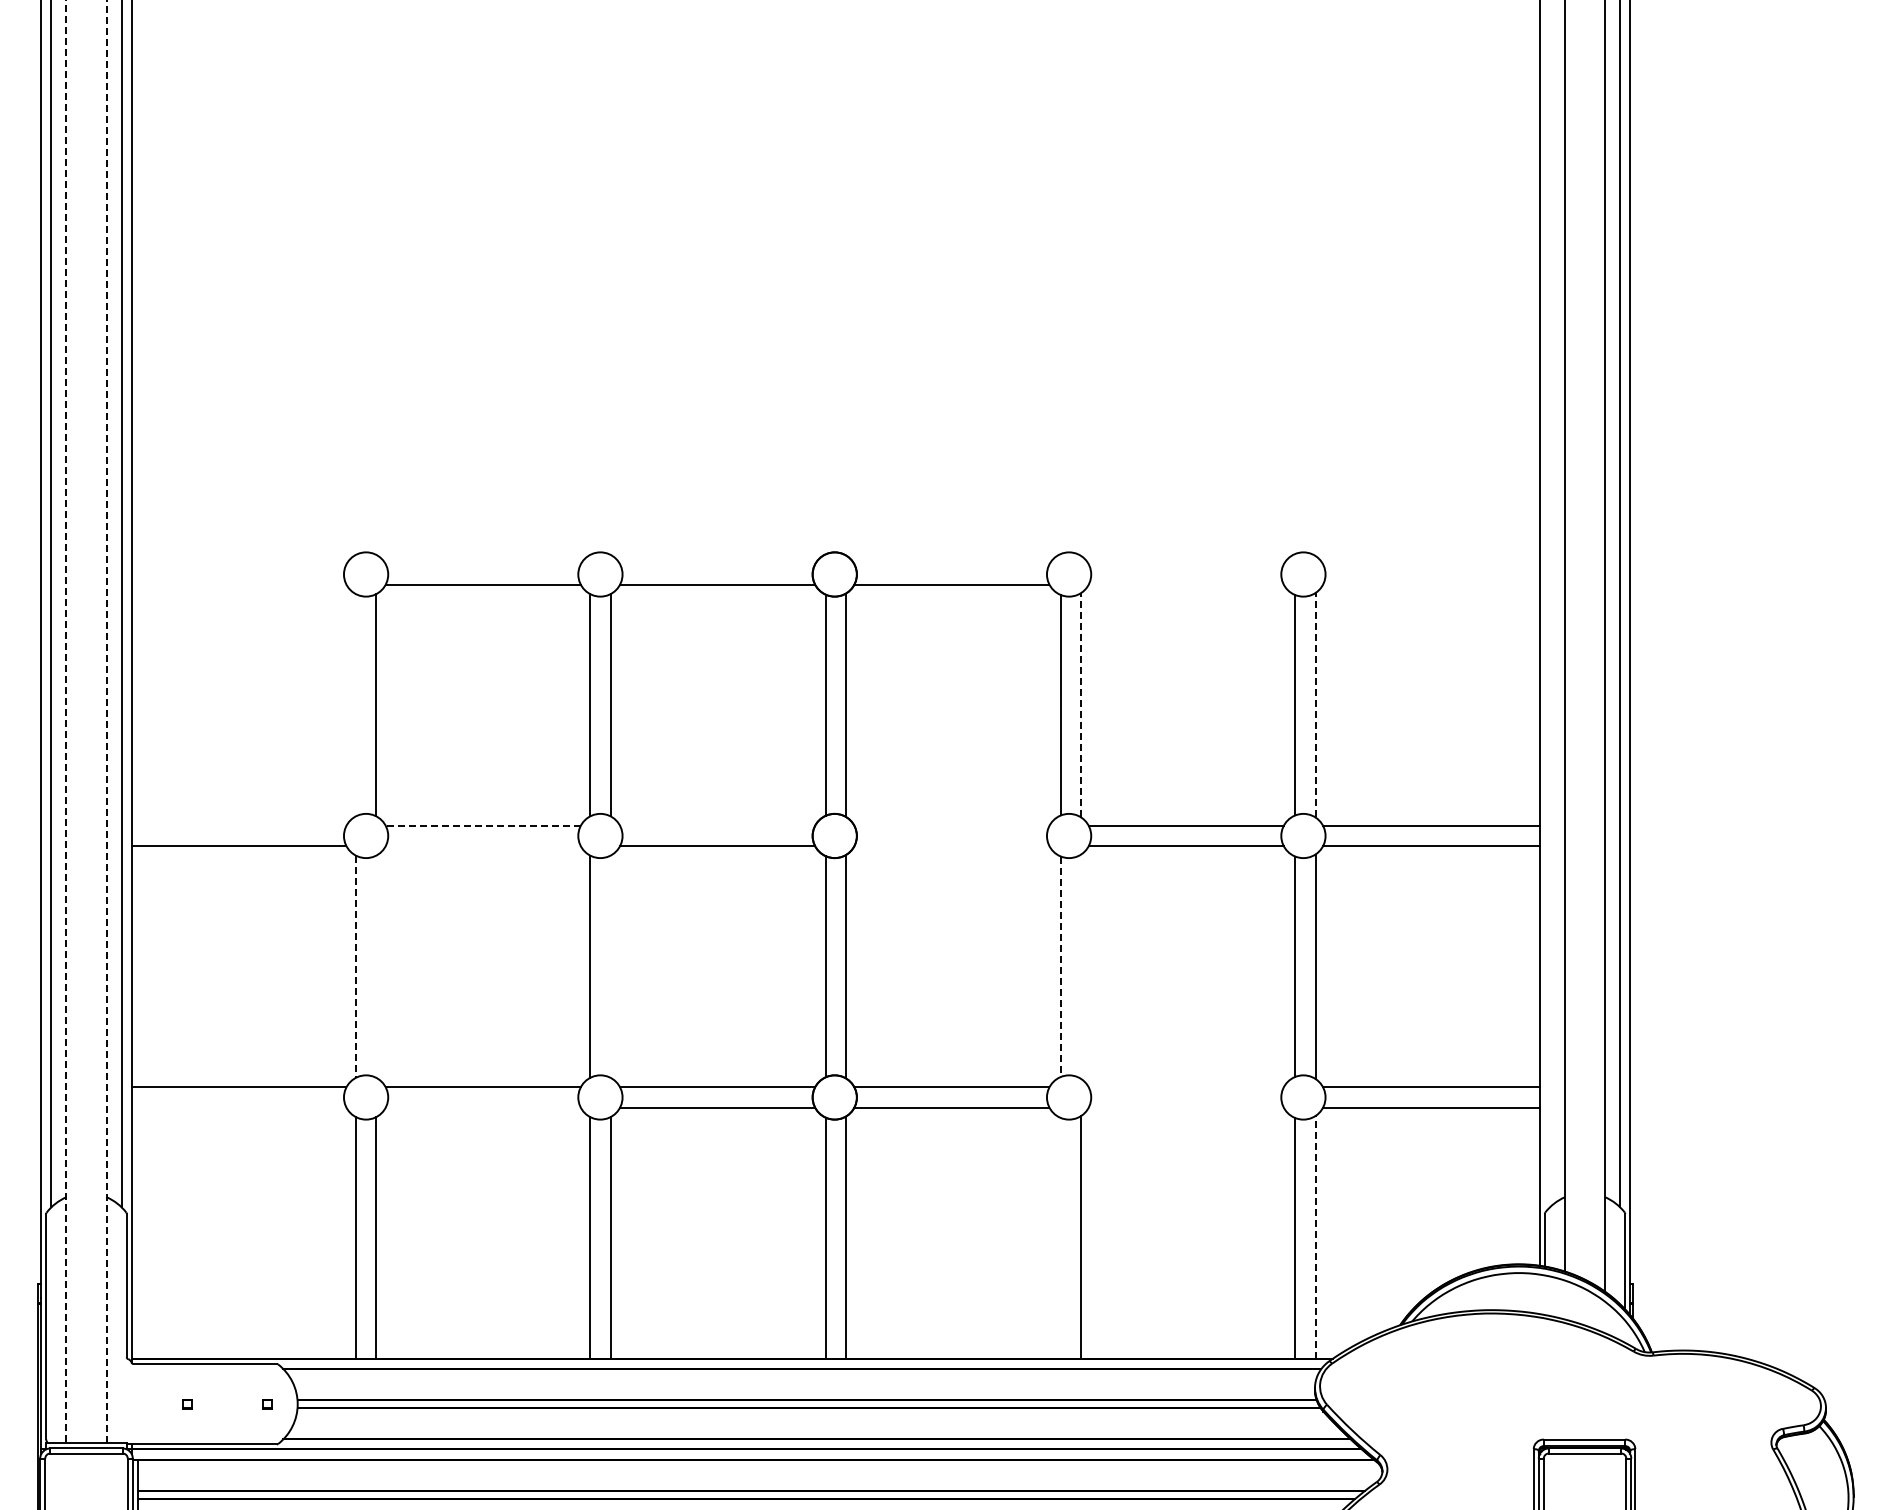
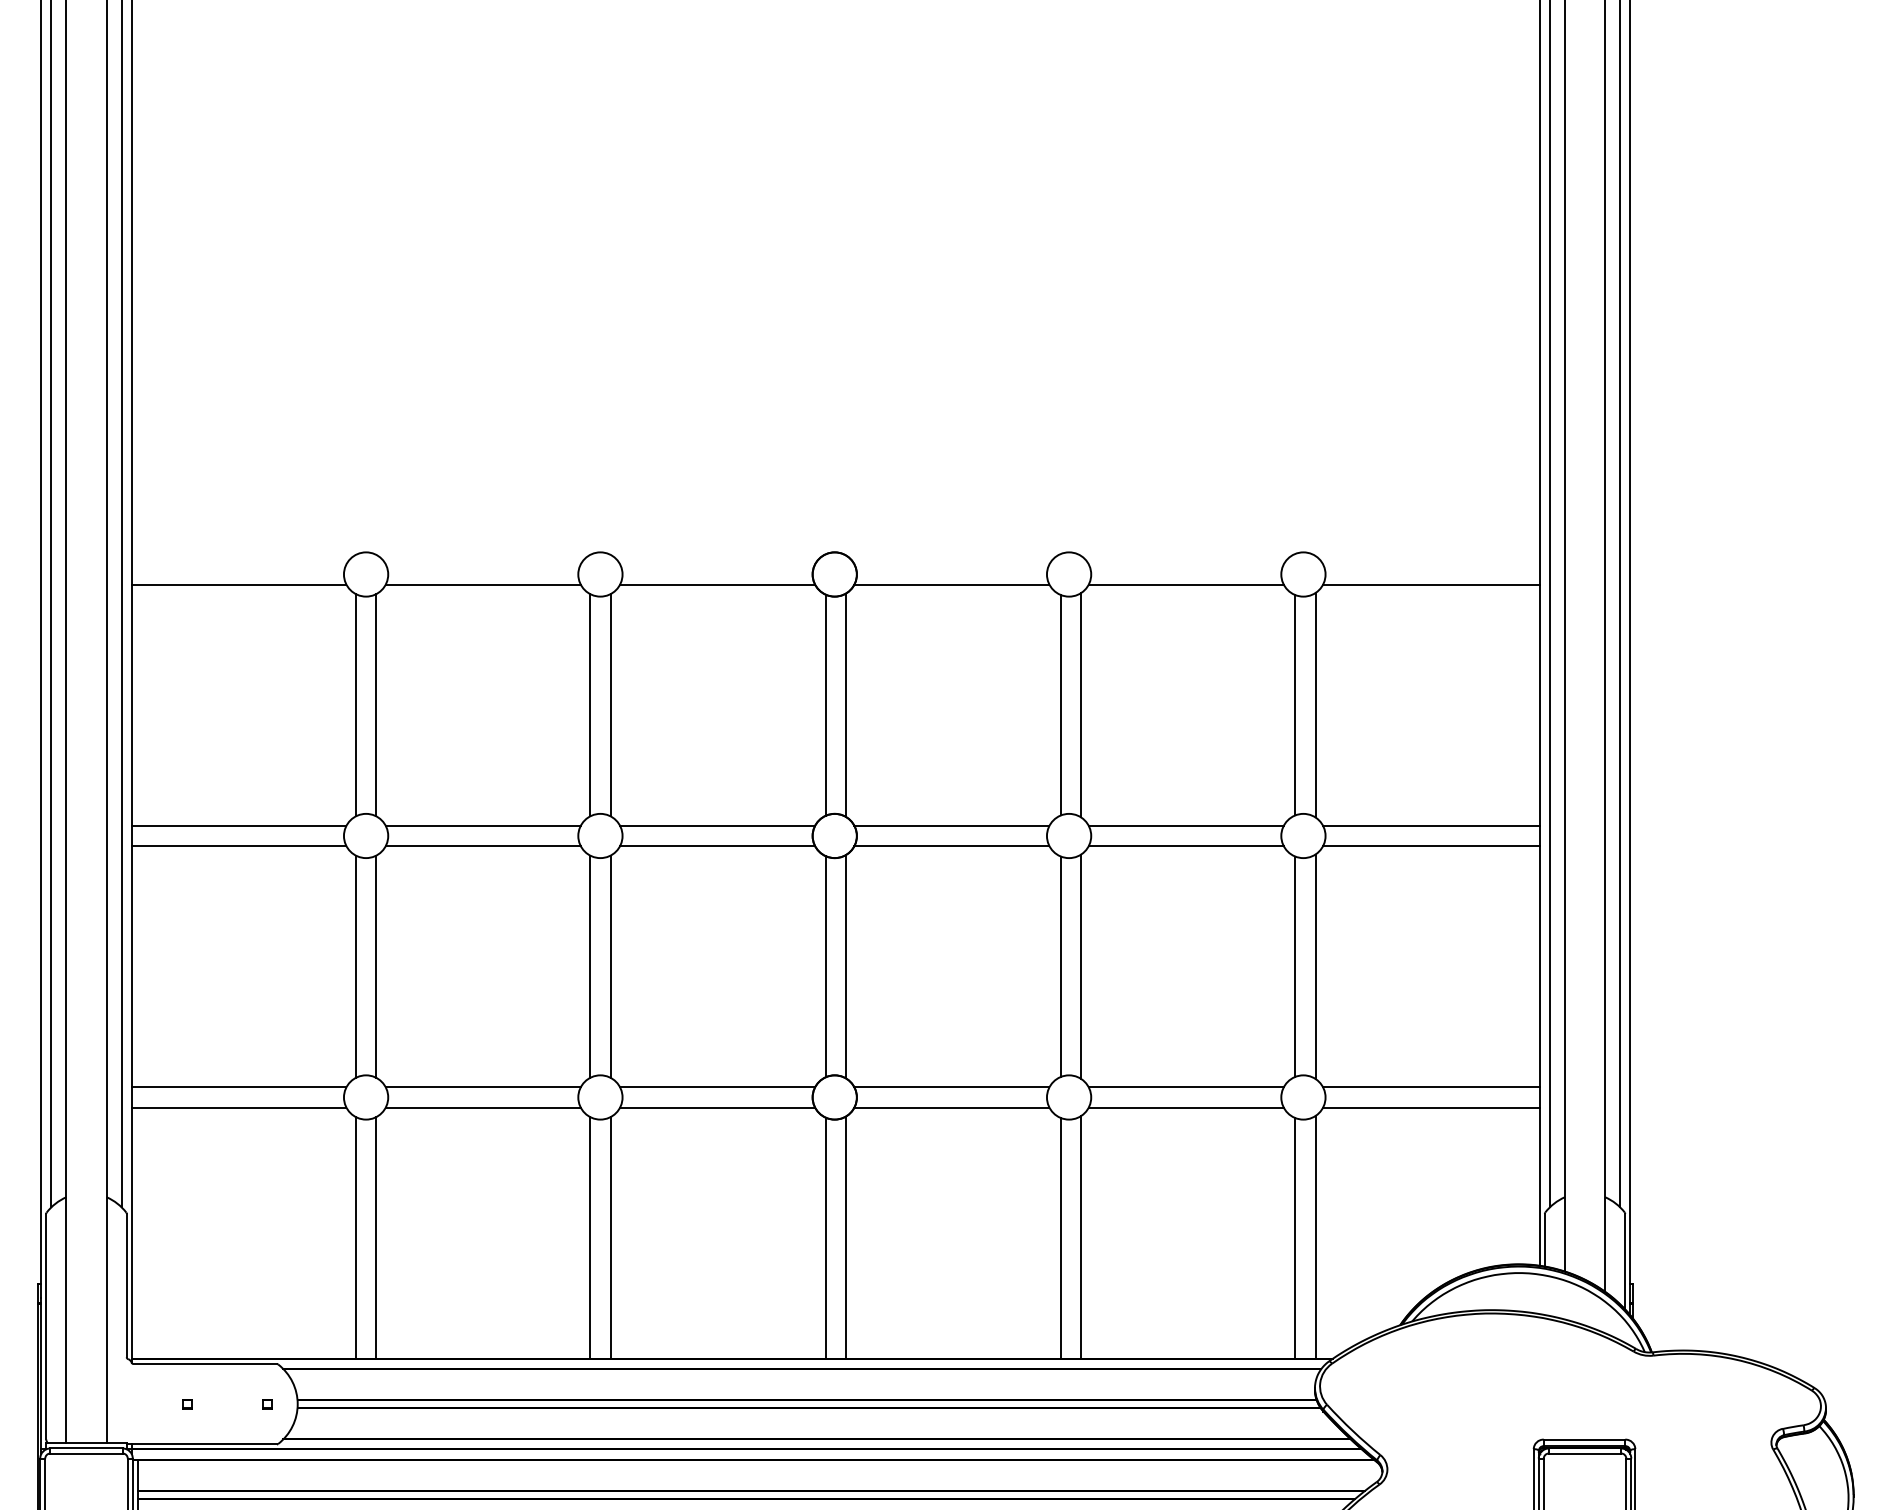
line at (238, 584): none -> present
line at (1185, 584): none -> present
line at (1431, 584): none -> present
line at (1549, 604): none -> present
line at (1081, 704): dashed -> solid
line at (1315, 704): dashed -> solid
line at (356, 705): none -> present
line at (106, 721): dashed -> solid
line at (66, 722): dashed -> solid
line at (238, 825): none -> present
line at (482, 825): dashed -> solid
line at (717, 825): none -> present
line at (951, 825): none -> present
line at (482, 846): none -> present
line at (951, 846): none -> present
line at (376, 966): none -> present
line at (610, 966): none -> present
line at (1081, 966): none -> present
line at (356, 967): dashed -> solid
line at (1061, 967): dashed -> solid
line at (1185, 1087): none -> present
line at (238, 1107): none -> present
line at (482, 1107): none -> present
line at (1185, 1107): none -> present
line at (1315, 1236): dashed -> solid
line at (1061, 1238): none -> present
